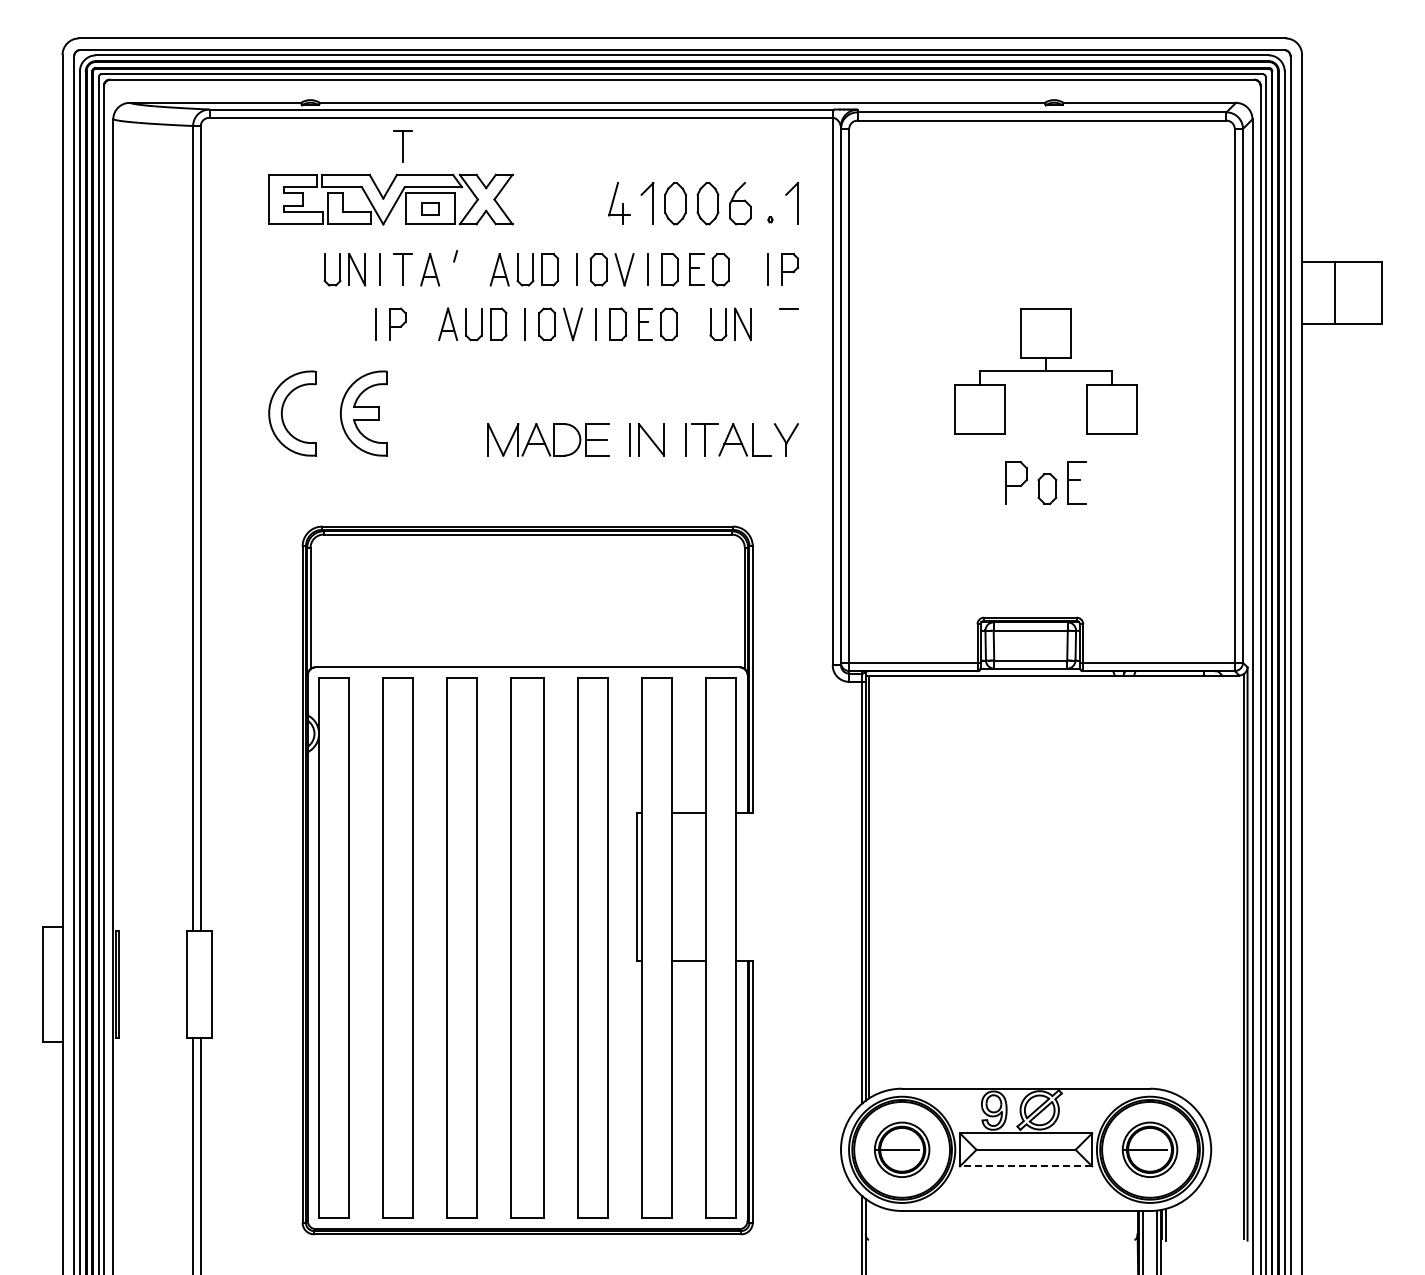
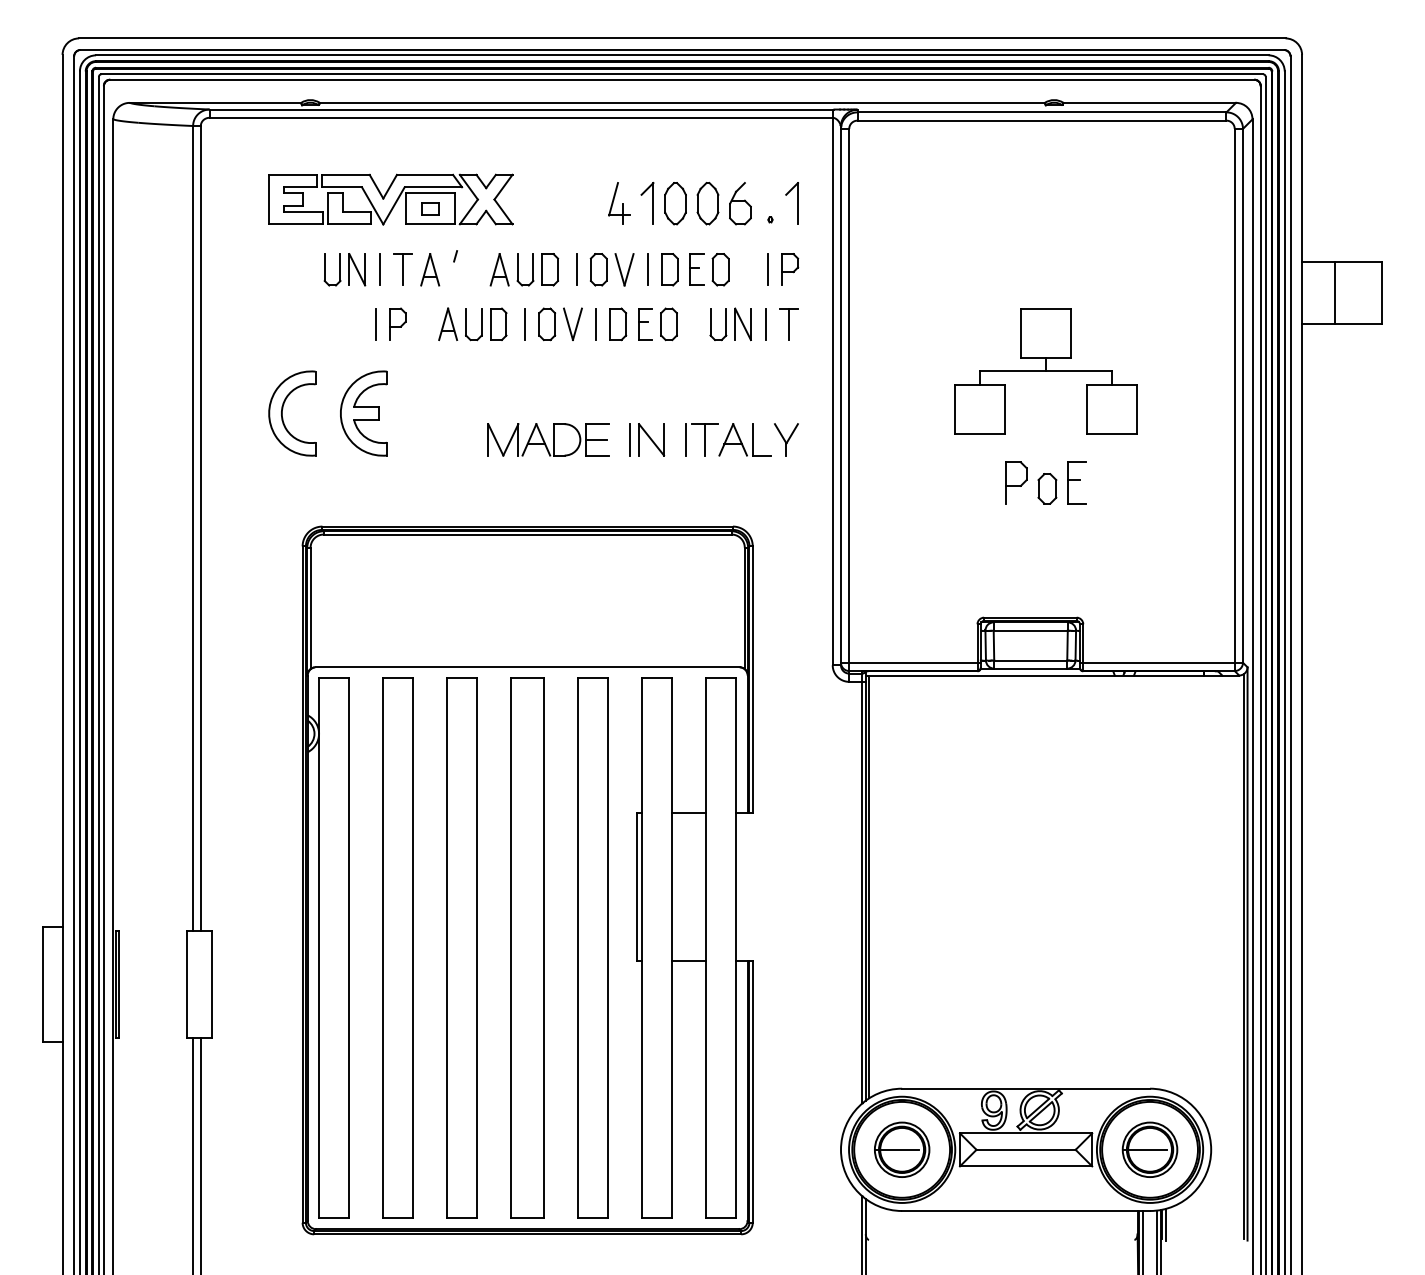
part at (402, 146): present -> none
line at (765, 324): none -> present
line at (789, 324): none -> present
line at (1025, 1166): dashed -> solid
